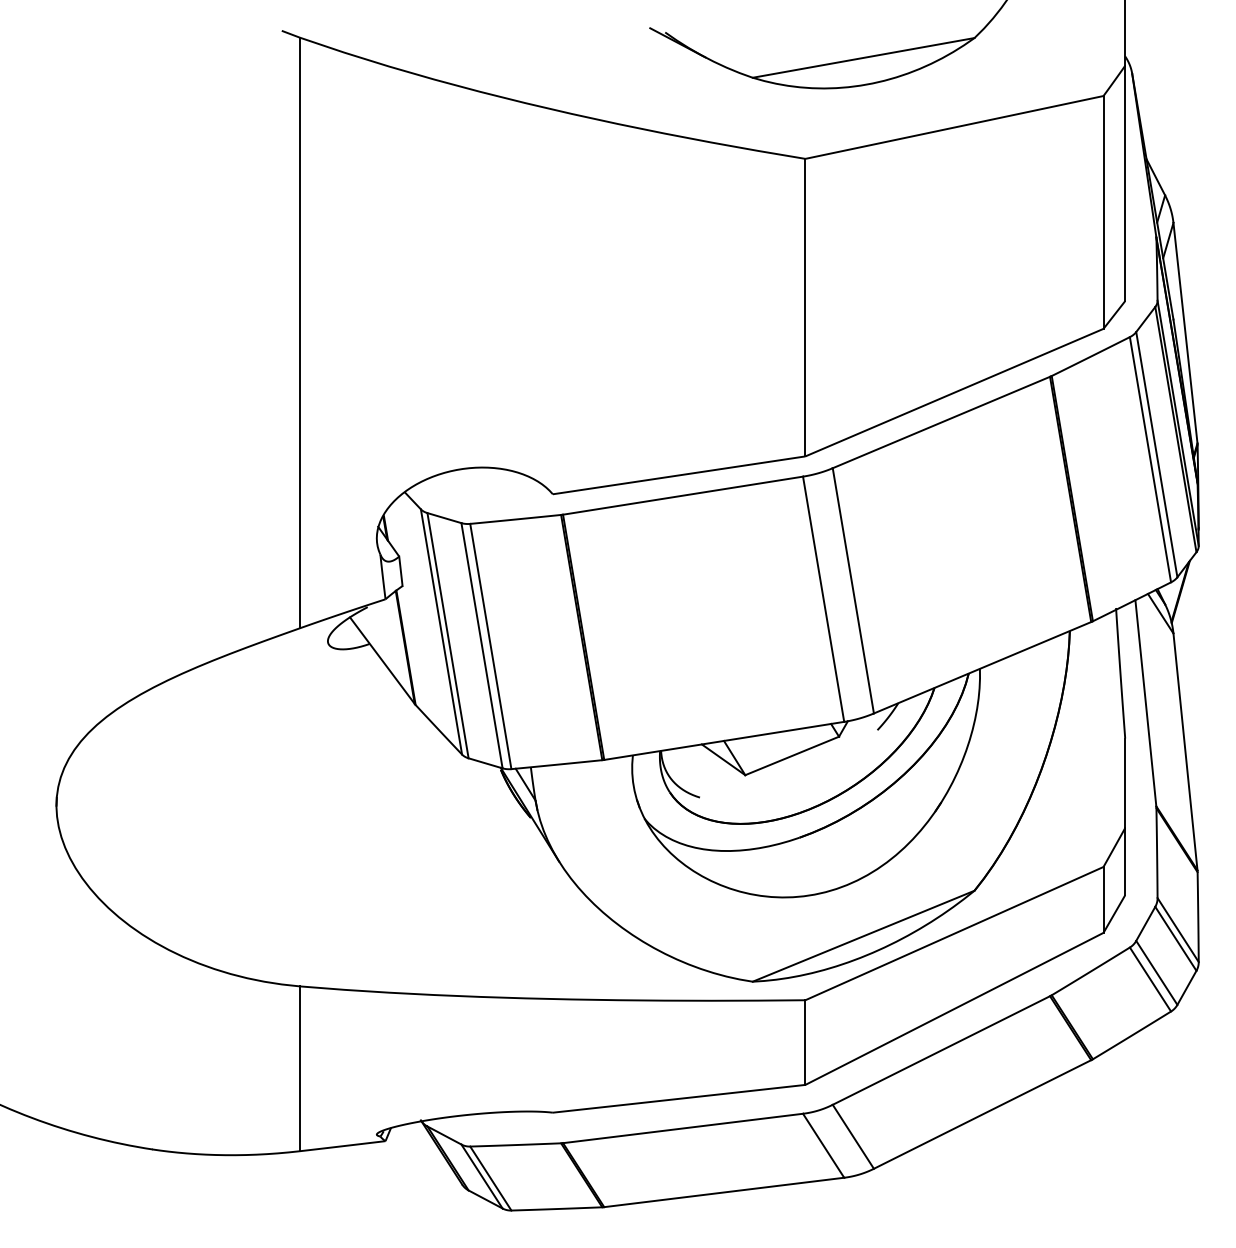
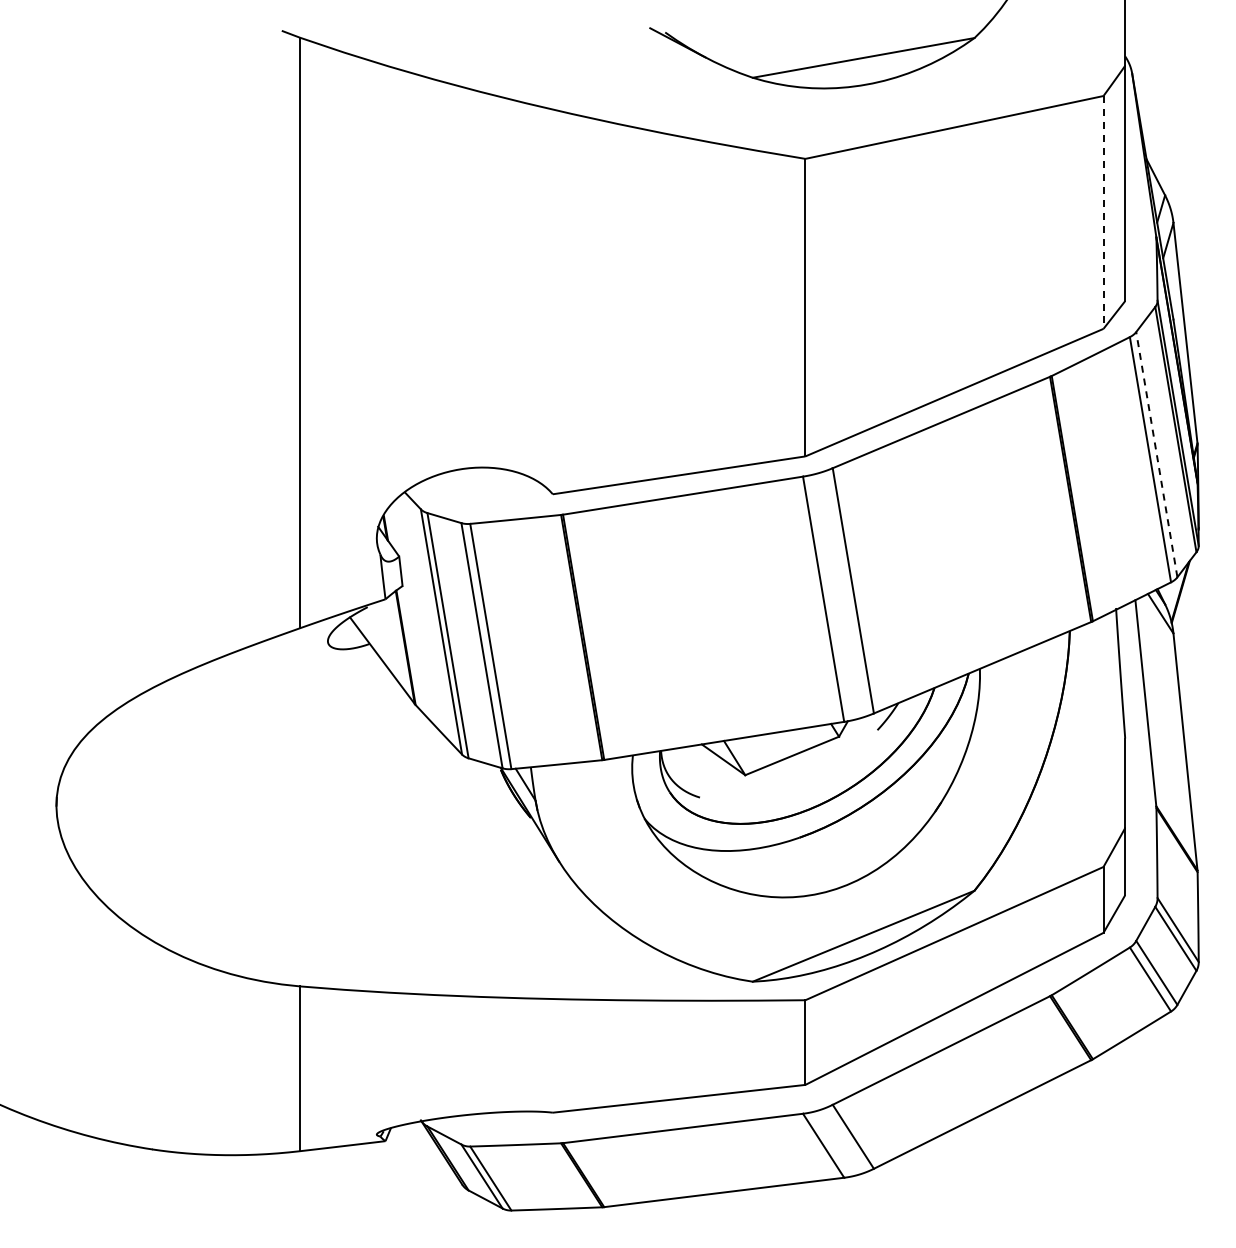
line at (1103, 212): solid -> dashed
line at (1156, 454): solid -> dashed
